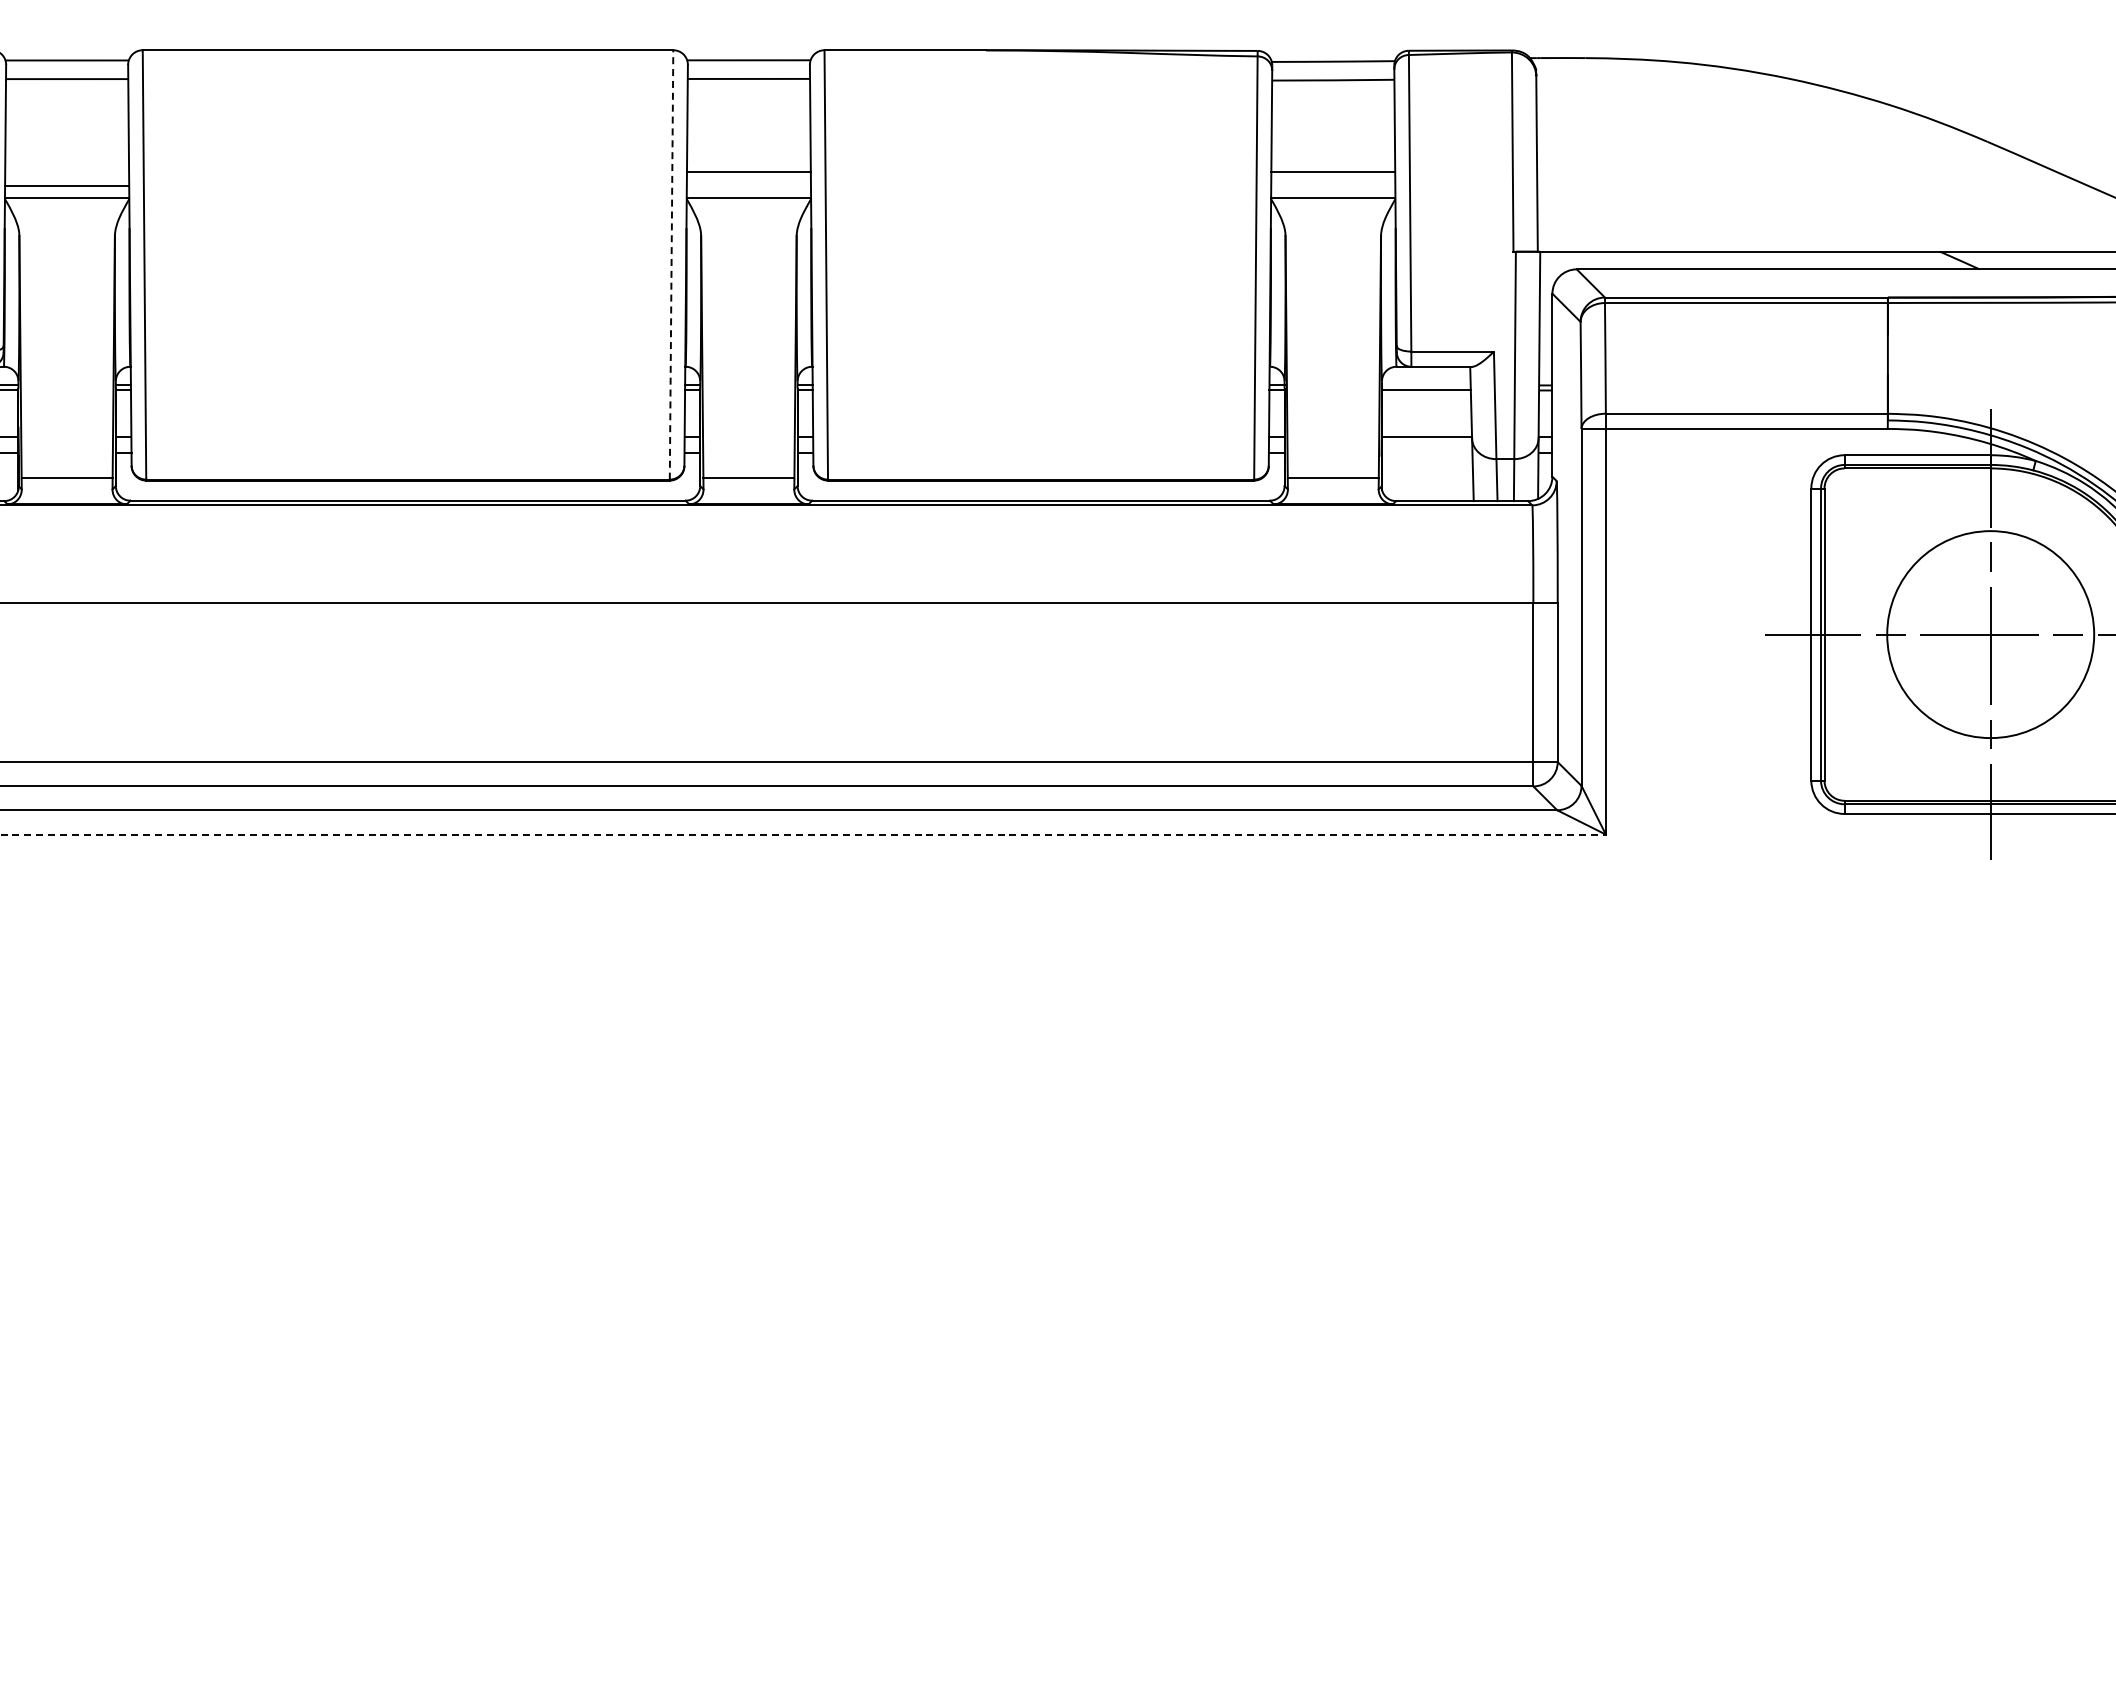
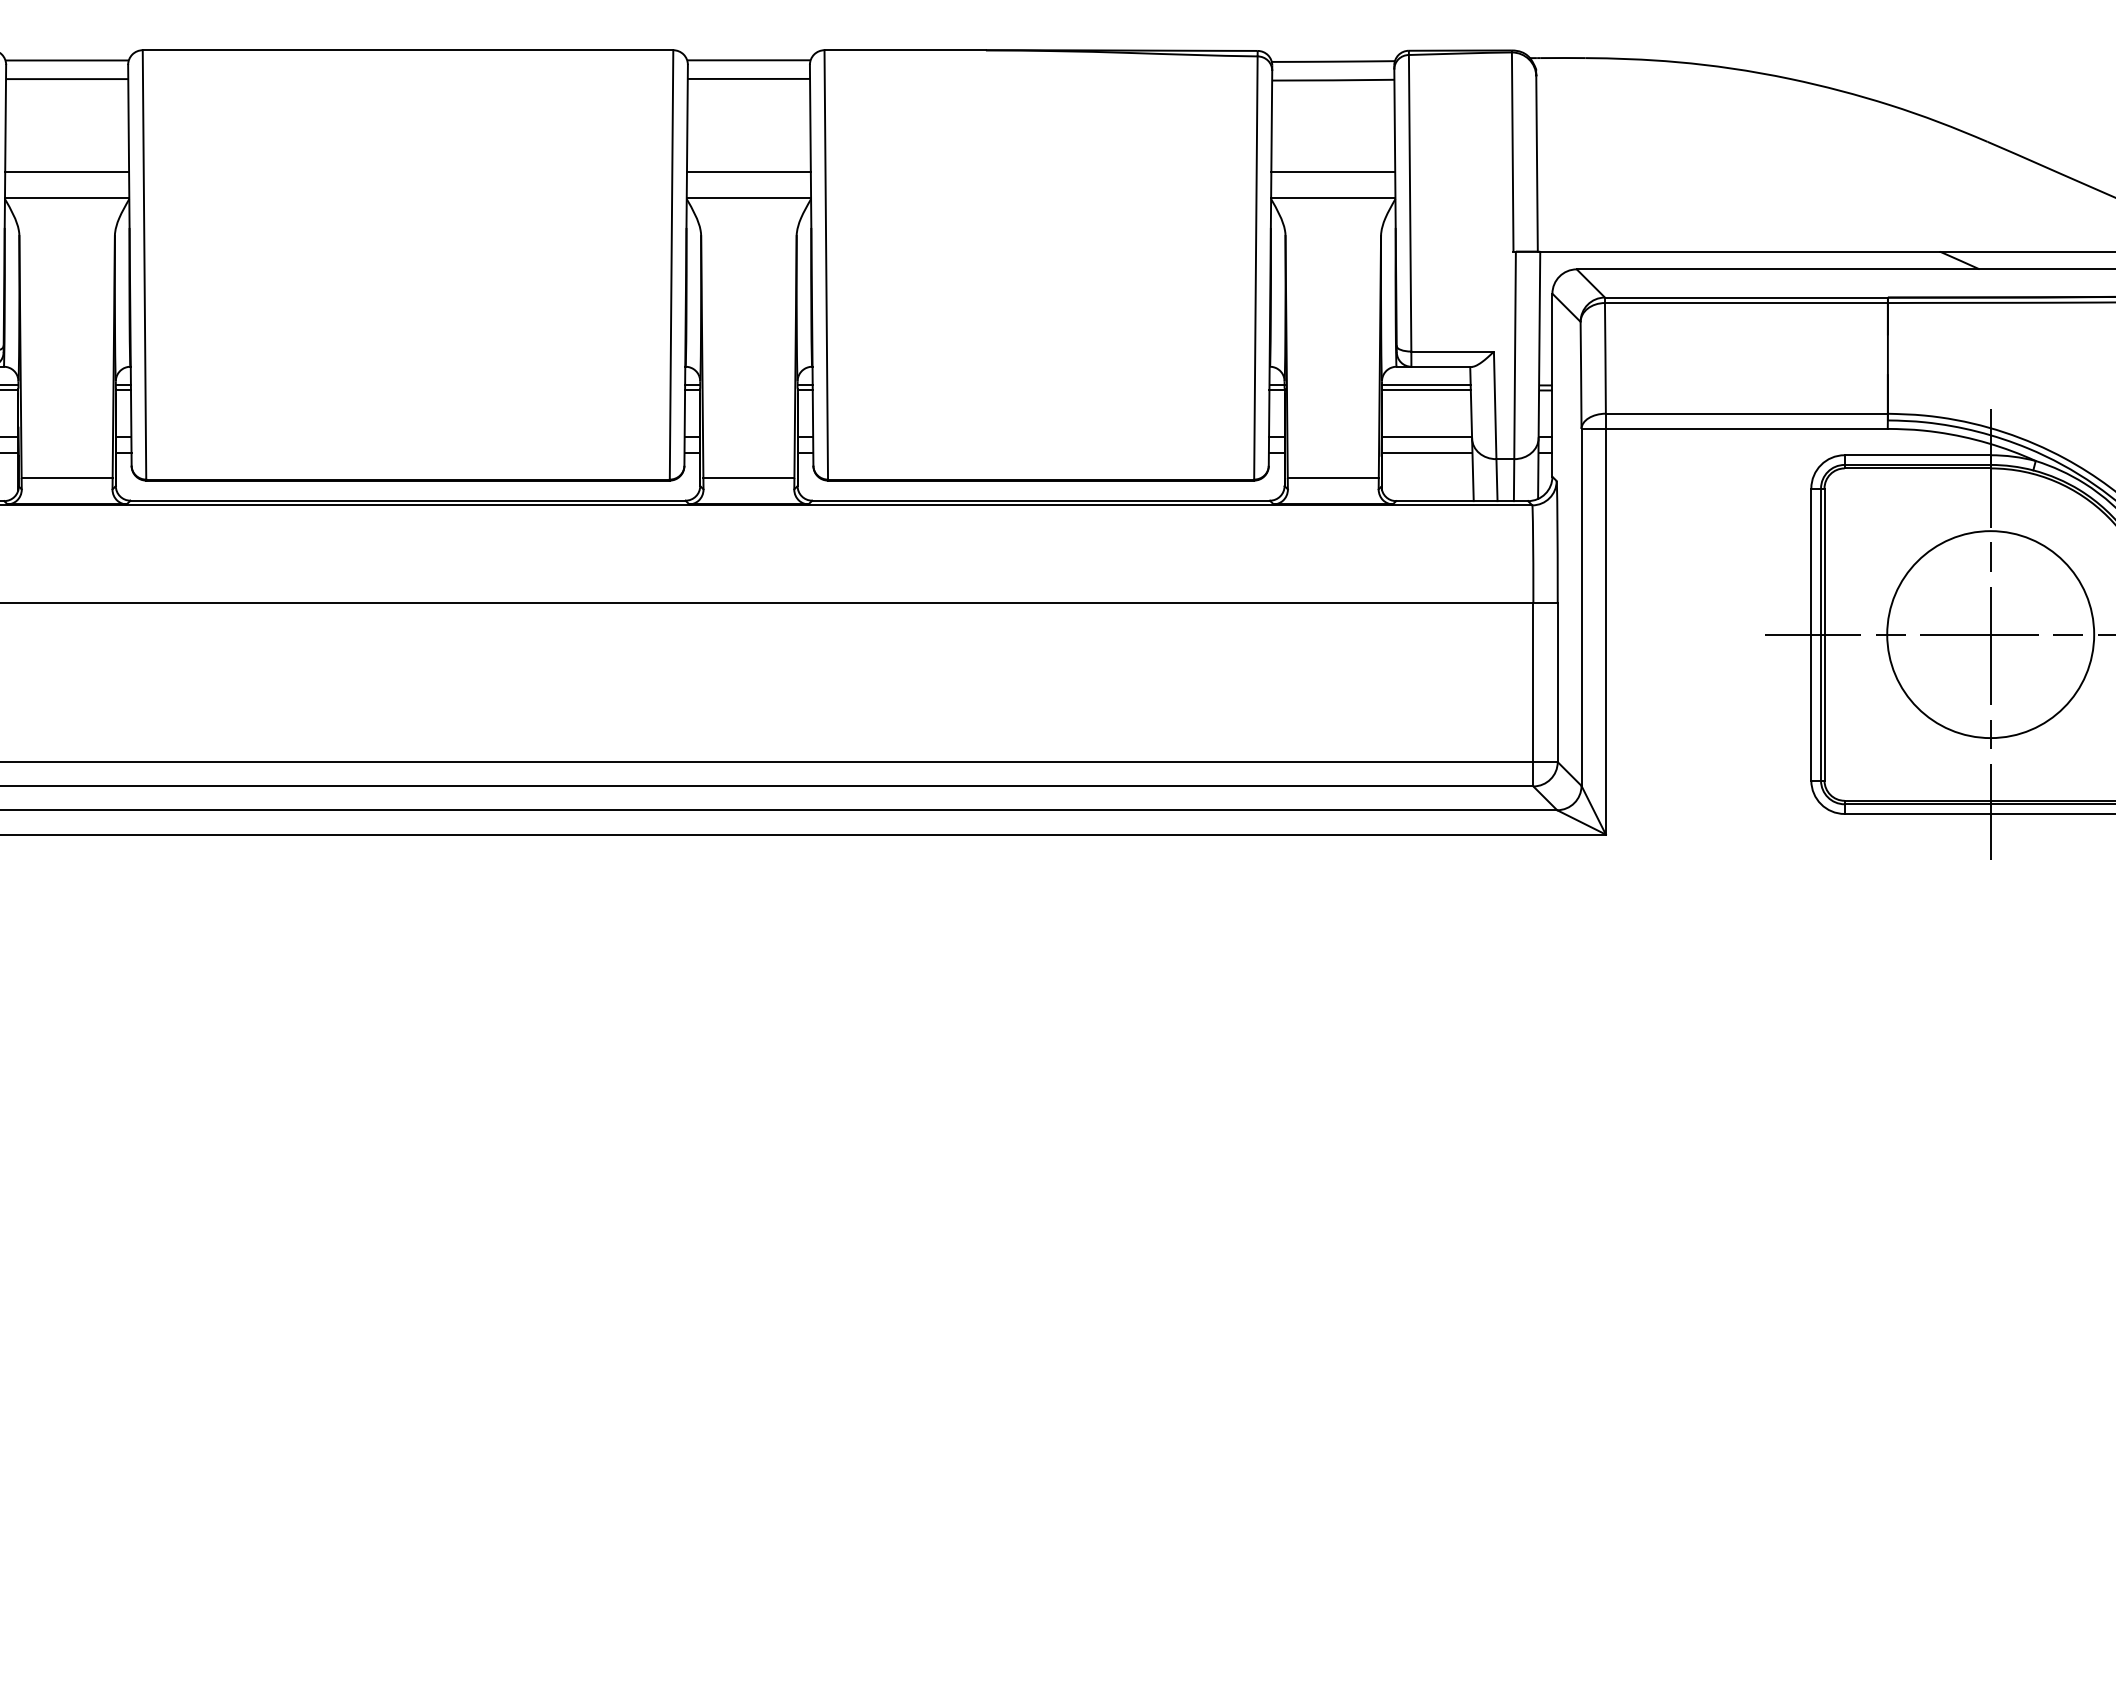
line at (67, 185) position: (67, 185) -> (67, 171)
line at (671, 264): dashed -> solid
line at (1425, 385): none -> present
line at (1426, 453): none -> present
line at (803, 834): dashed -> solid
